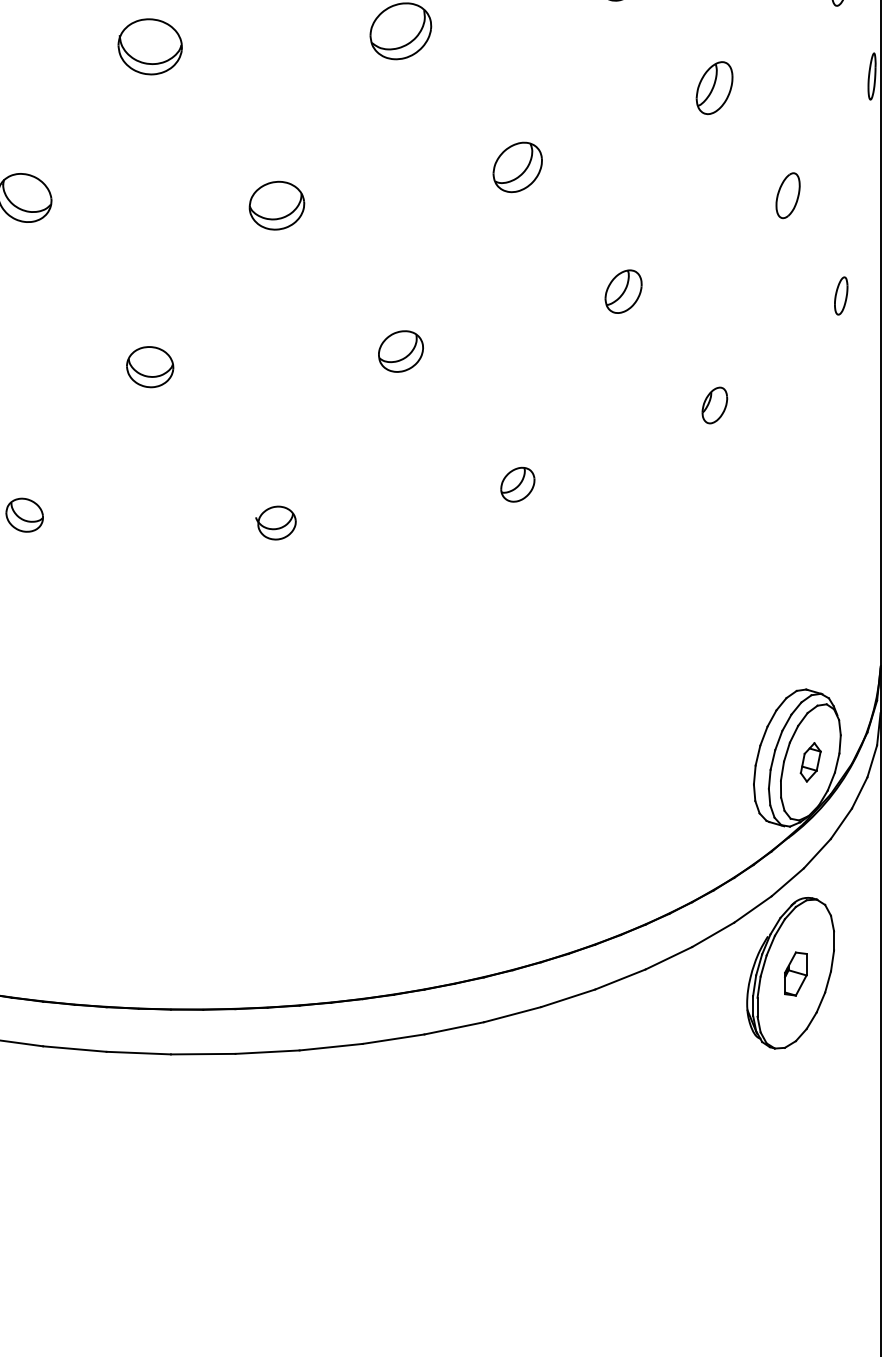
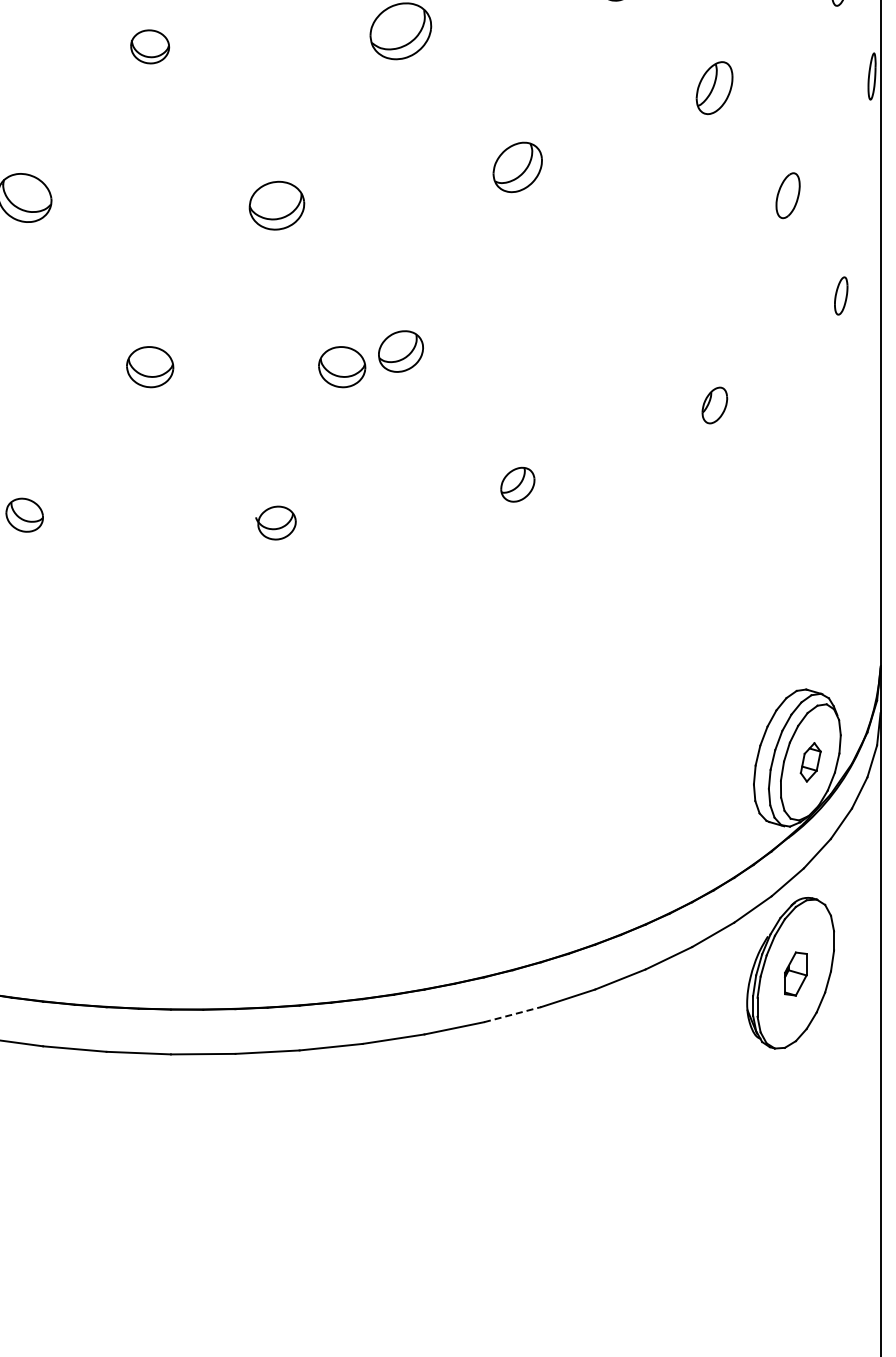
part at (149, 46) size: 66x58 px -> 41x36 px
part at (623, 291): present -> none
part at (342, 367): none -> present
line at (512, 1014): solid -> dashed
